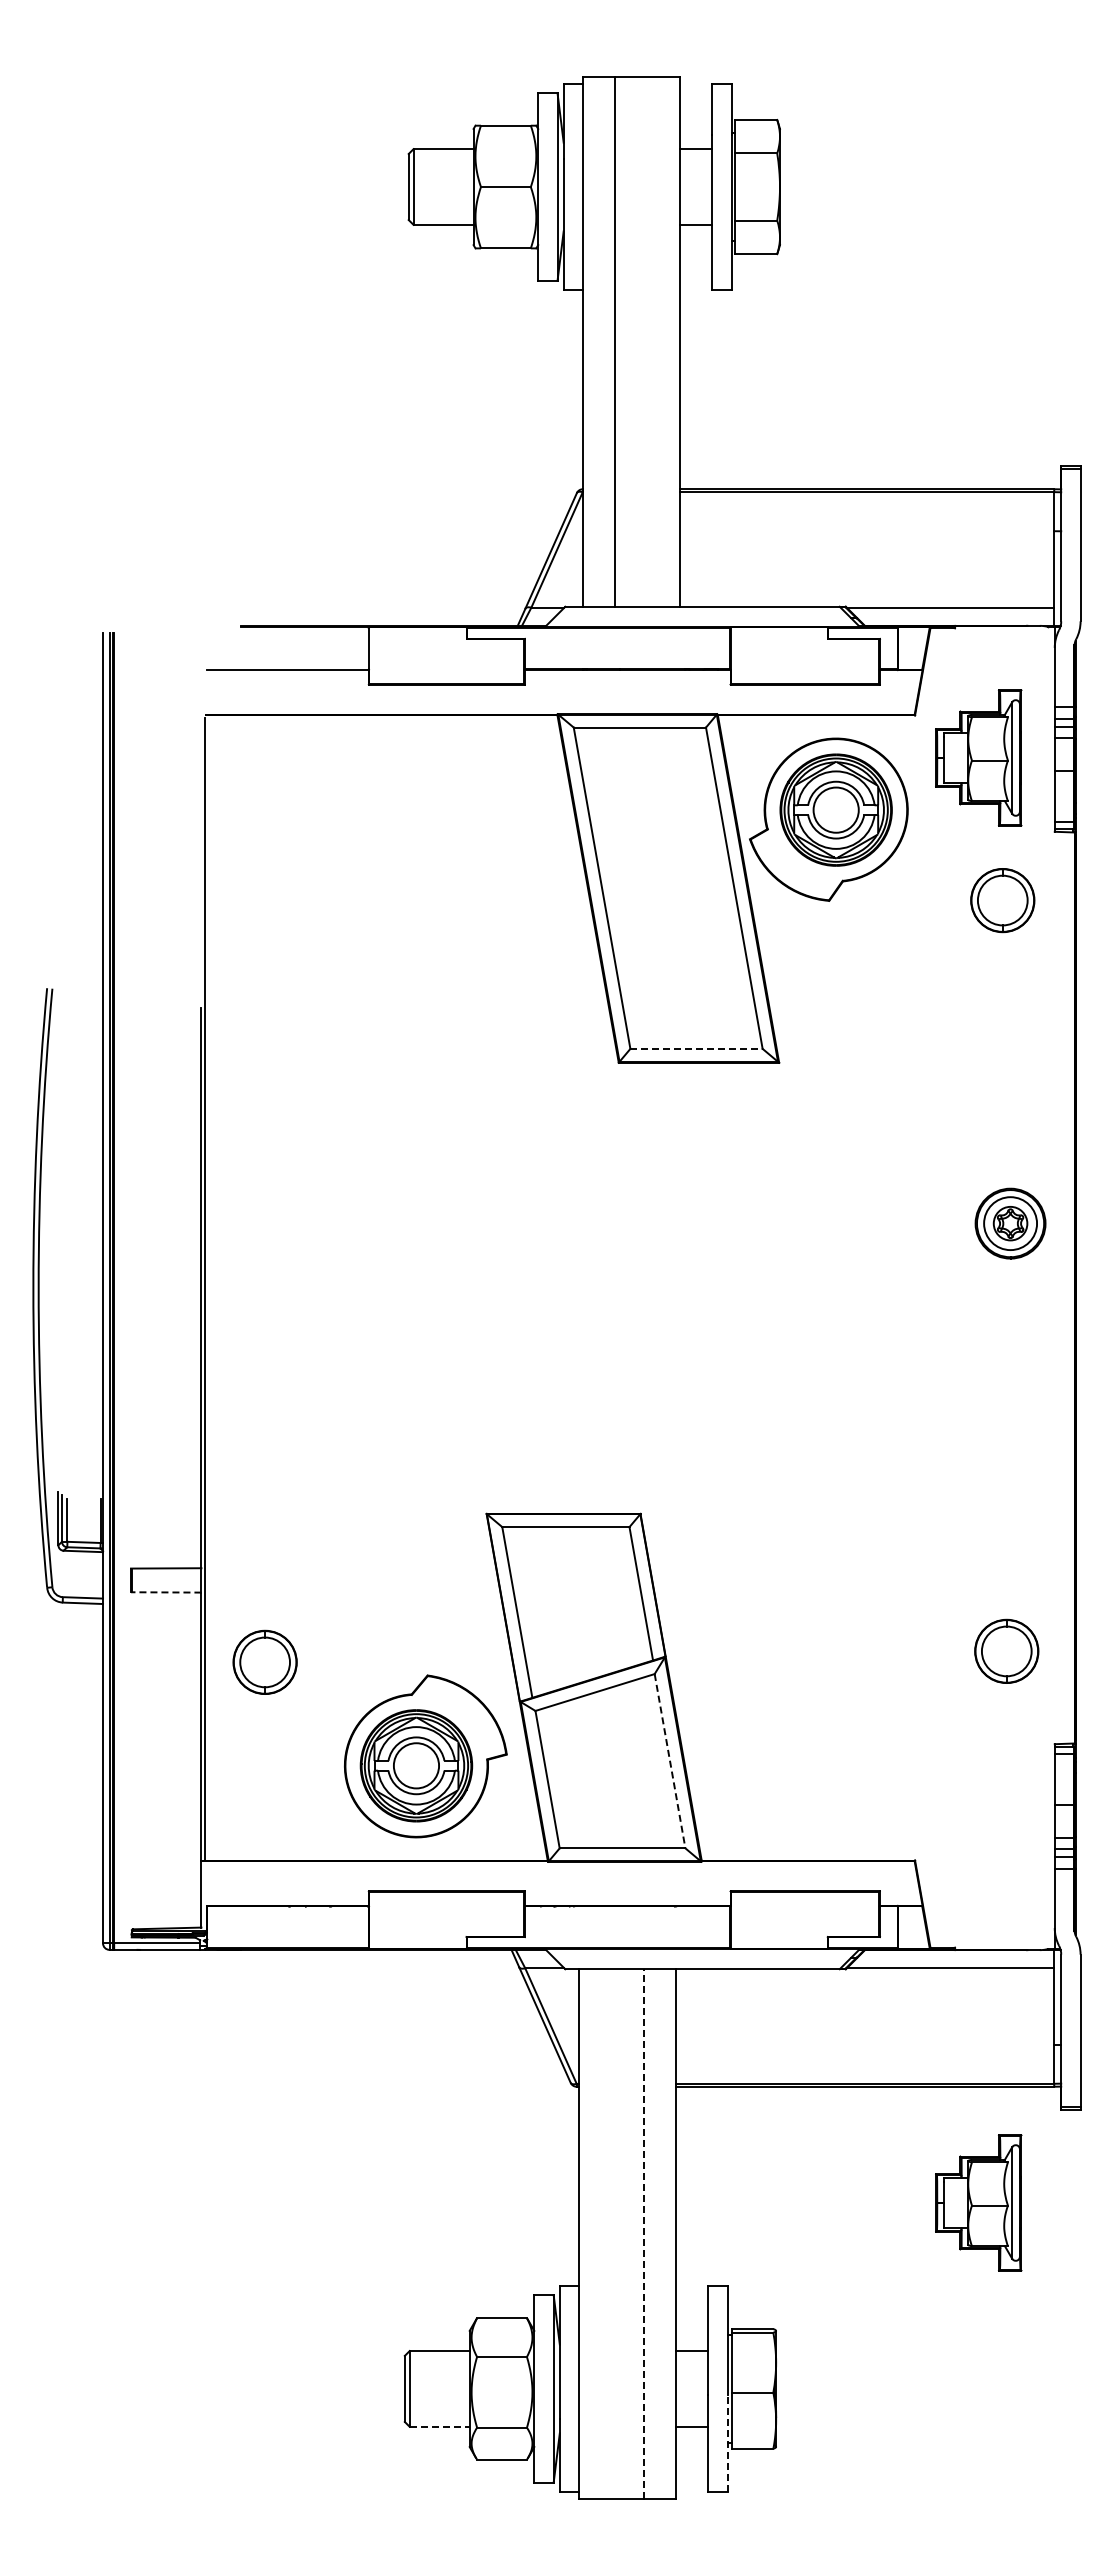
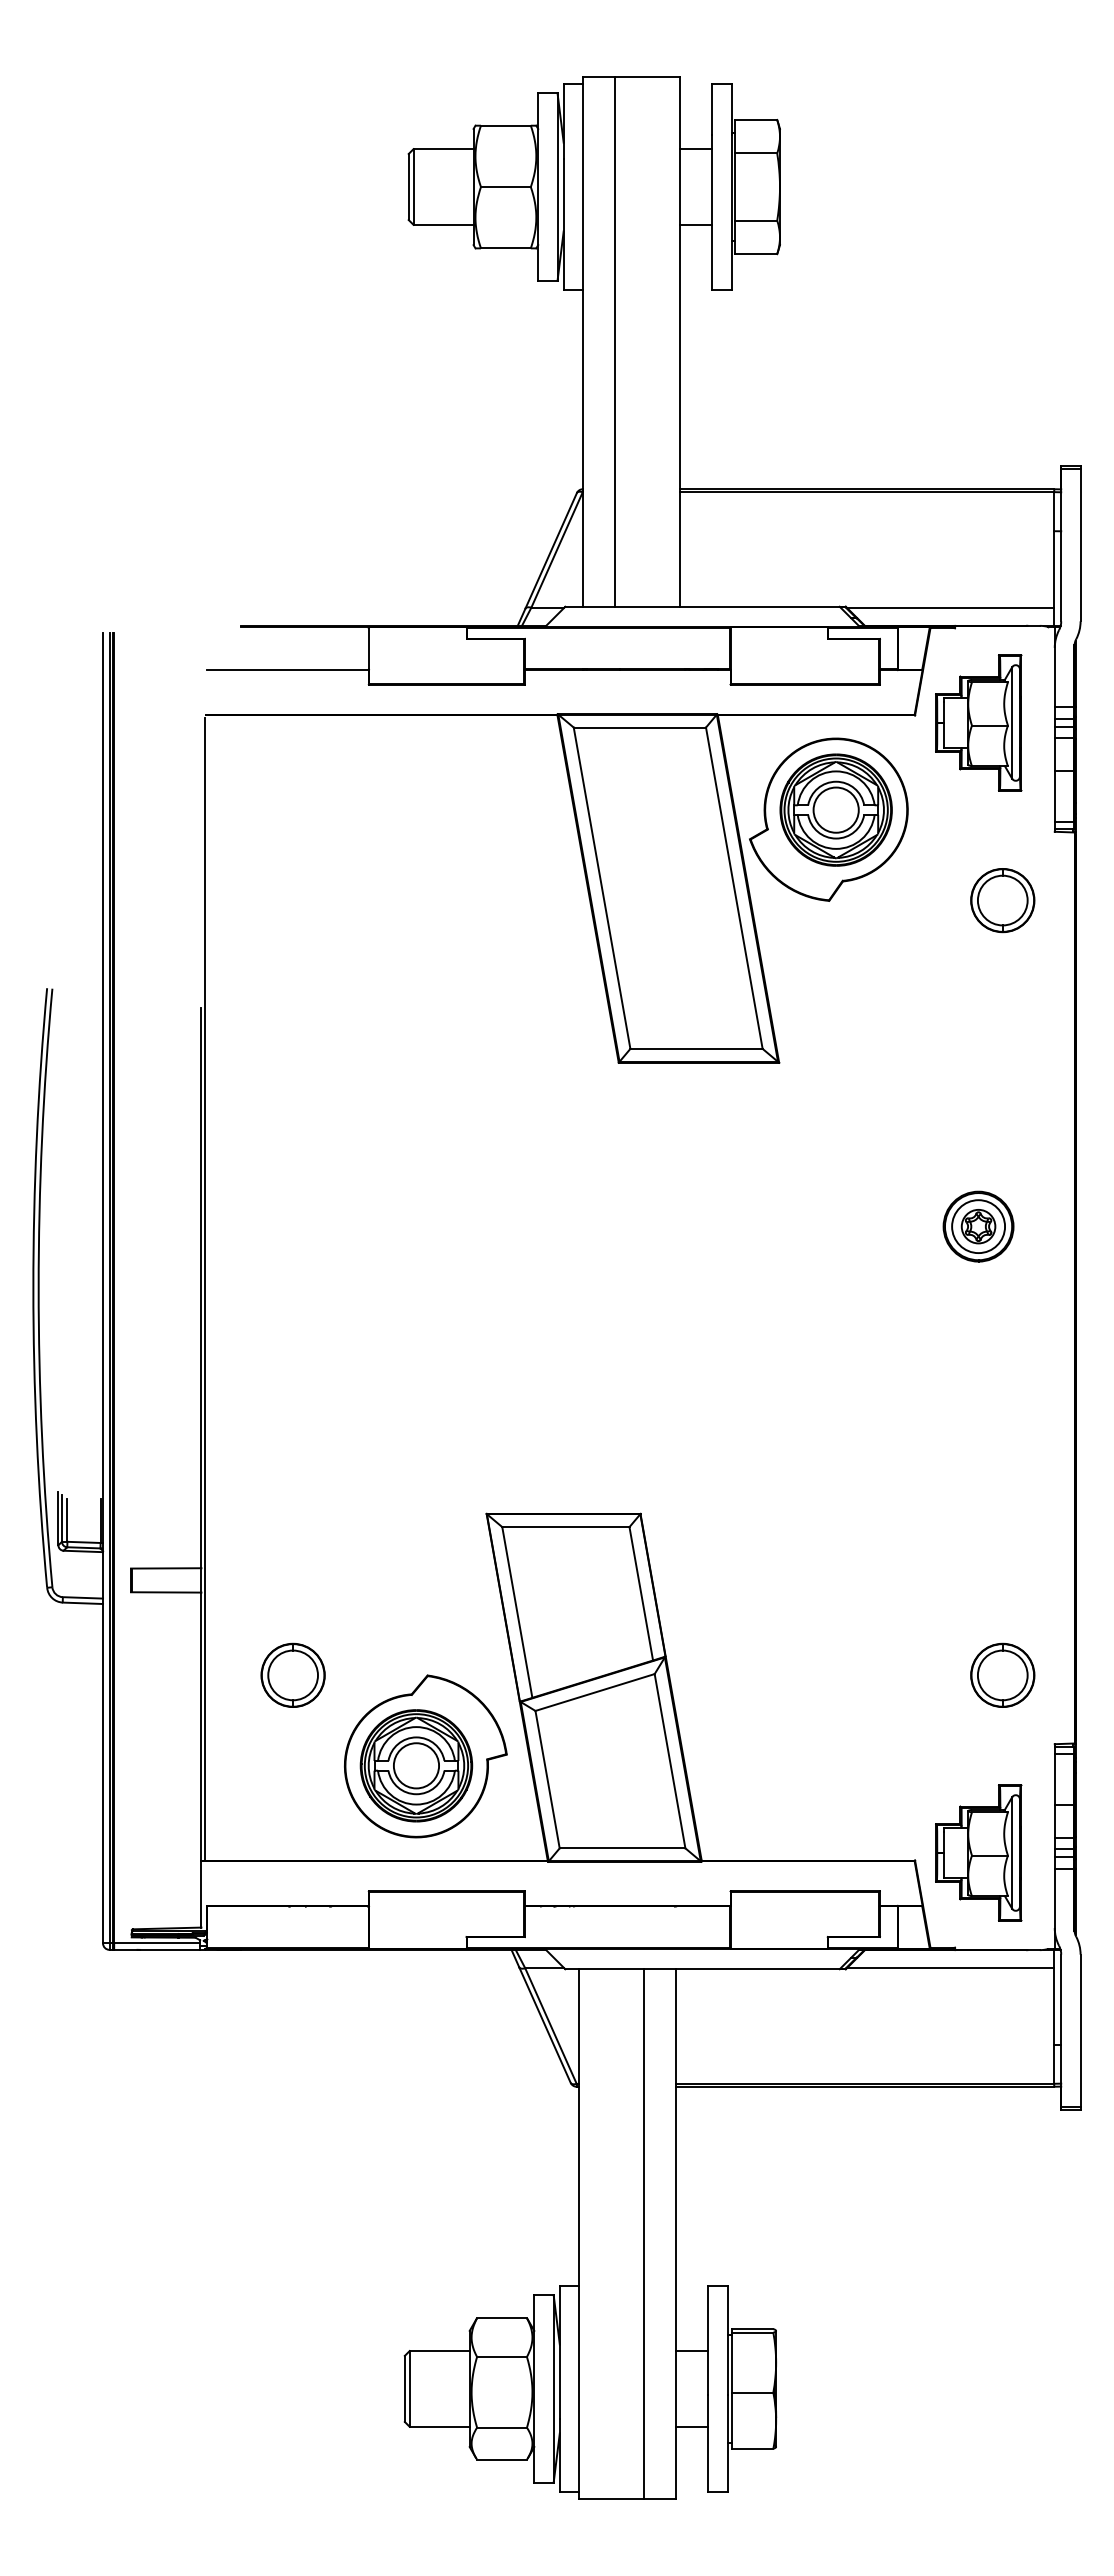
part at (978, 757) position: (978, 757) -> (978, 722)
line at (697, 1048): dashed -> solid
part at (1010, 1223) position: (1010, 1223) -> (978, 1226)
line at (165, 1592): dashed -> solid
part at (1006, 1650) position: (1006, 1650) -> (1002, 1674)
part at (264, 1661) position: (264, 1661) -> (292, 1674)
line at (670, 1761): dashed -> solid
part at (978, 2202) position: (978, 2202) -> (978, 1852)
line at (643, 2233): dashed -> solid
line at (440, 2426): dashed -> solid
line at (727, 2443): dashed -> solid
